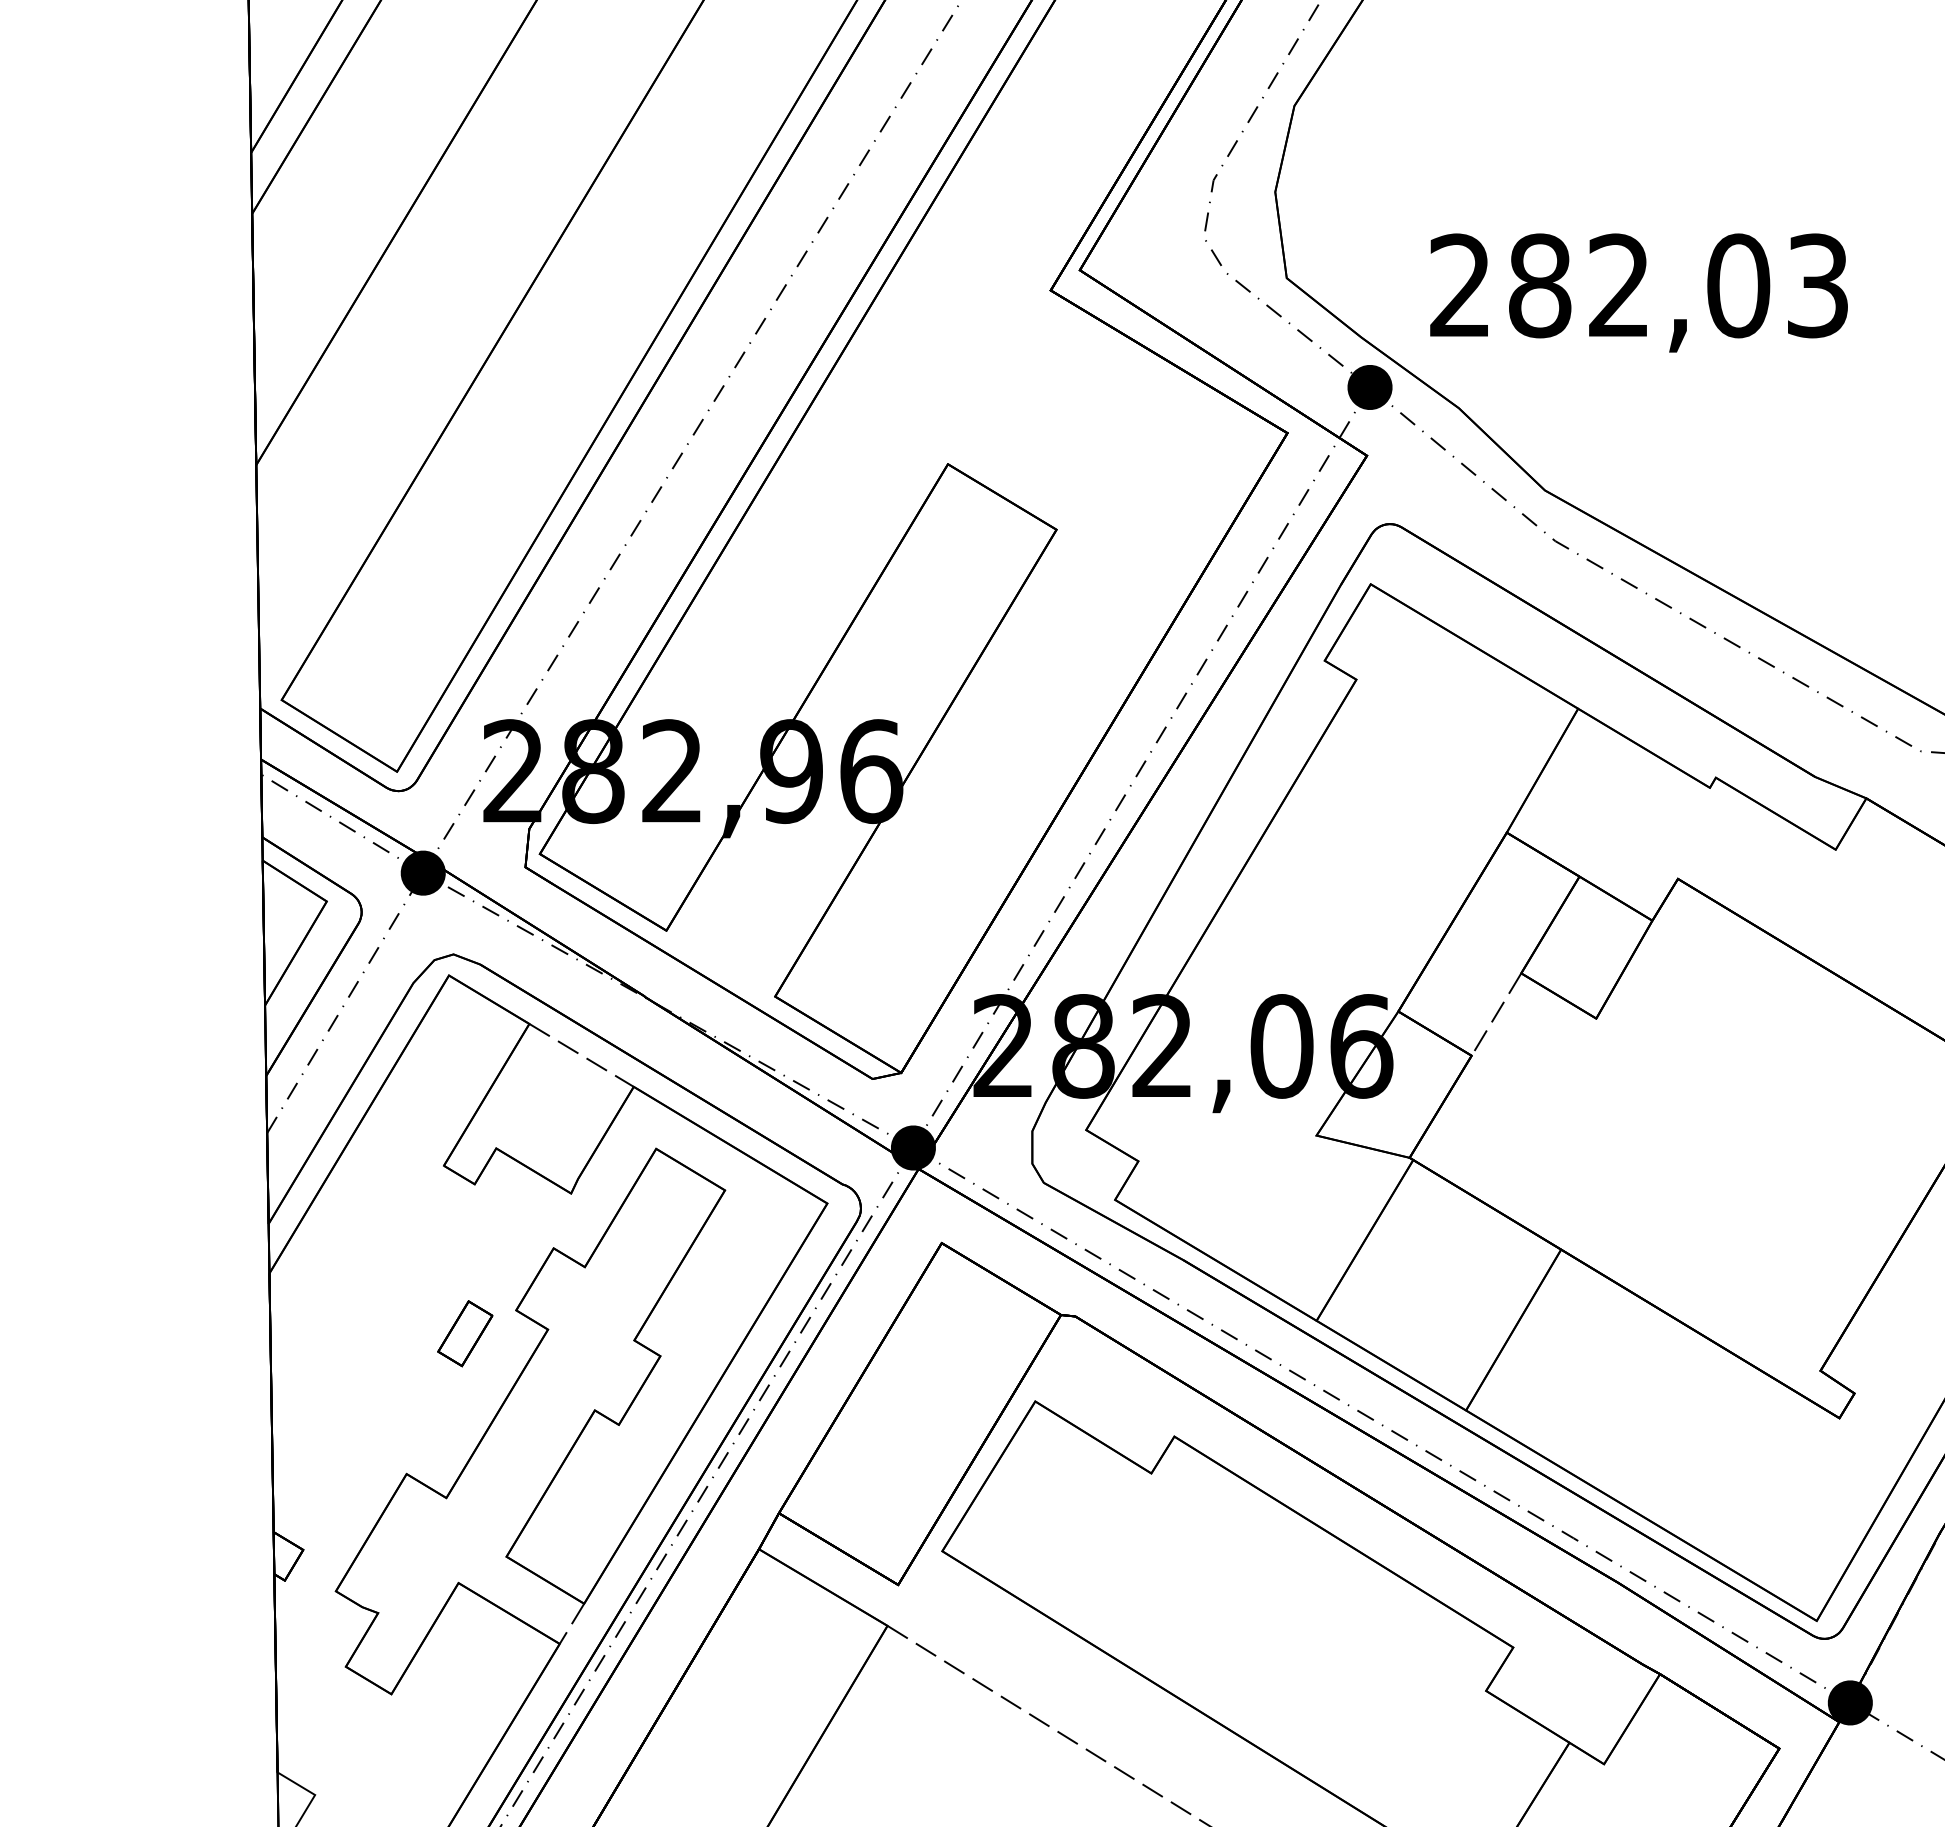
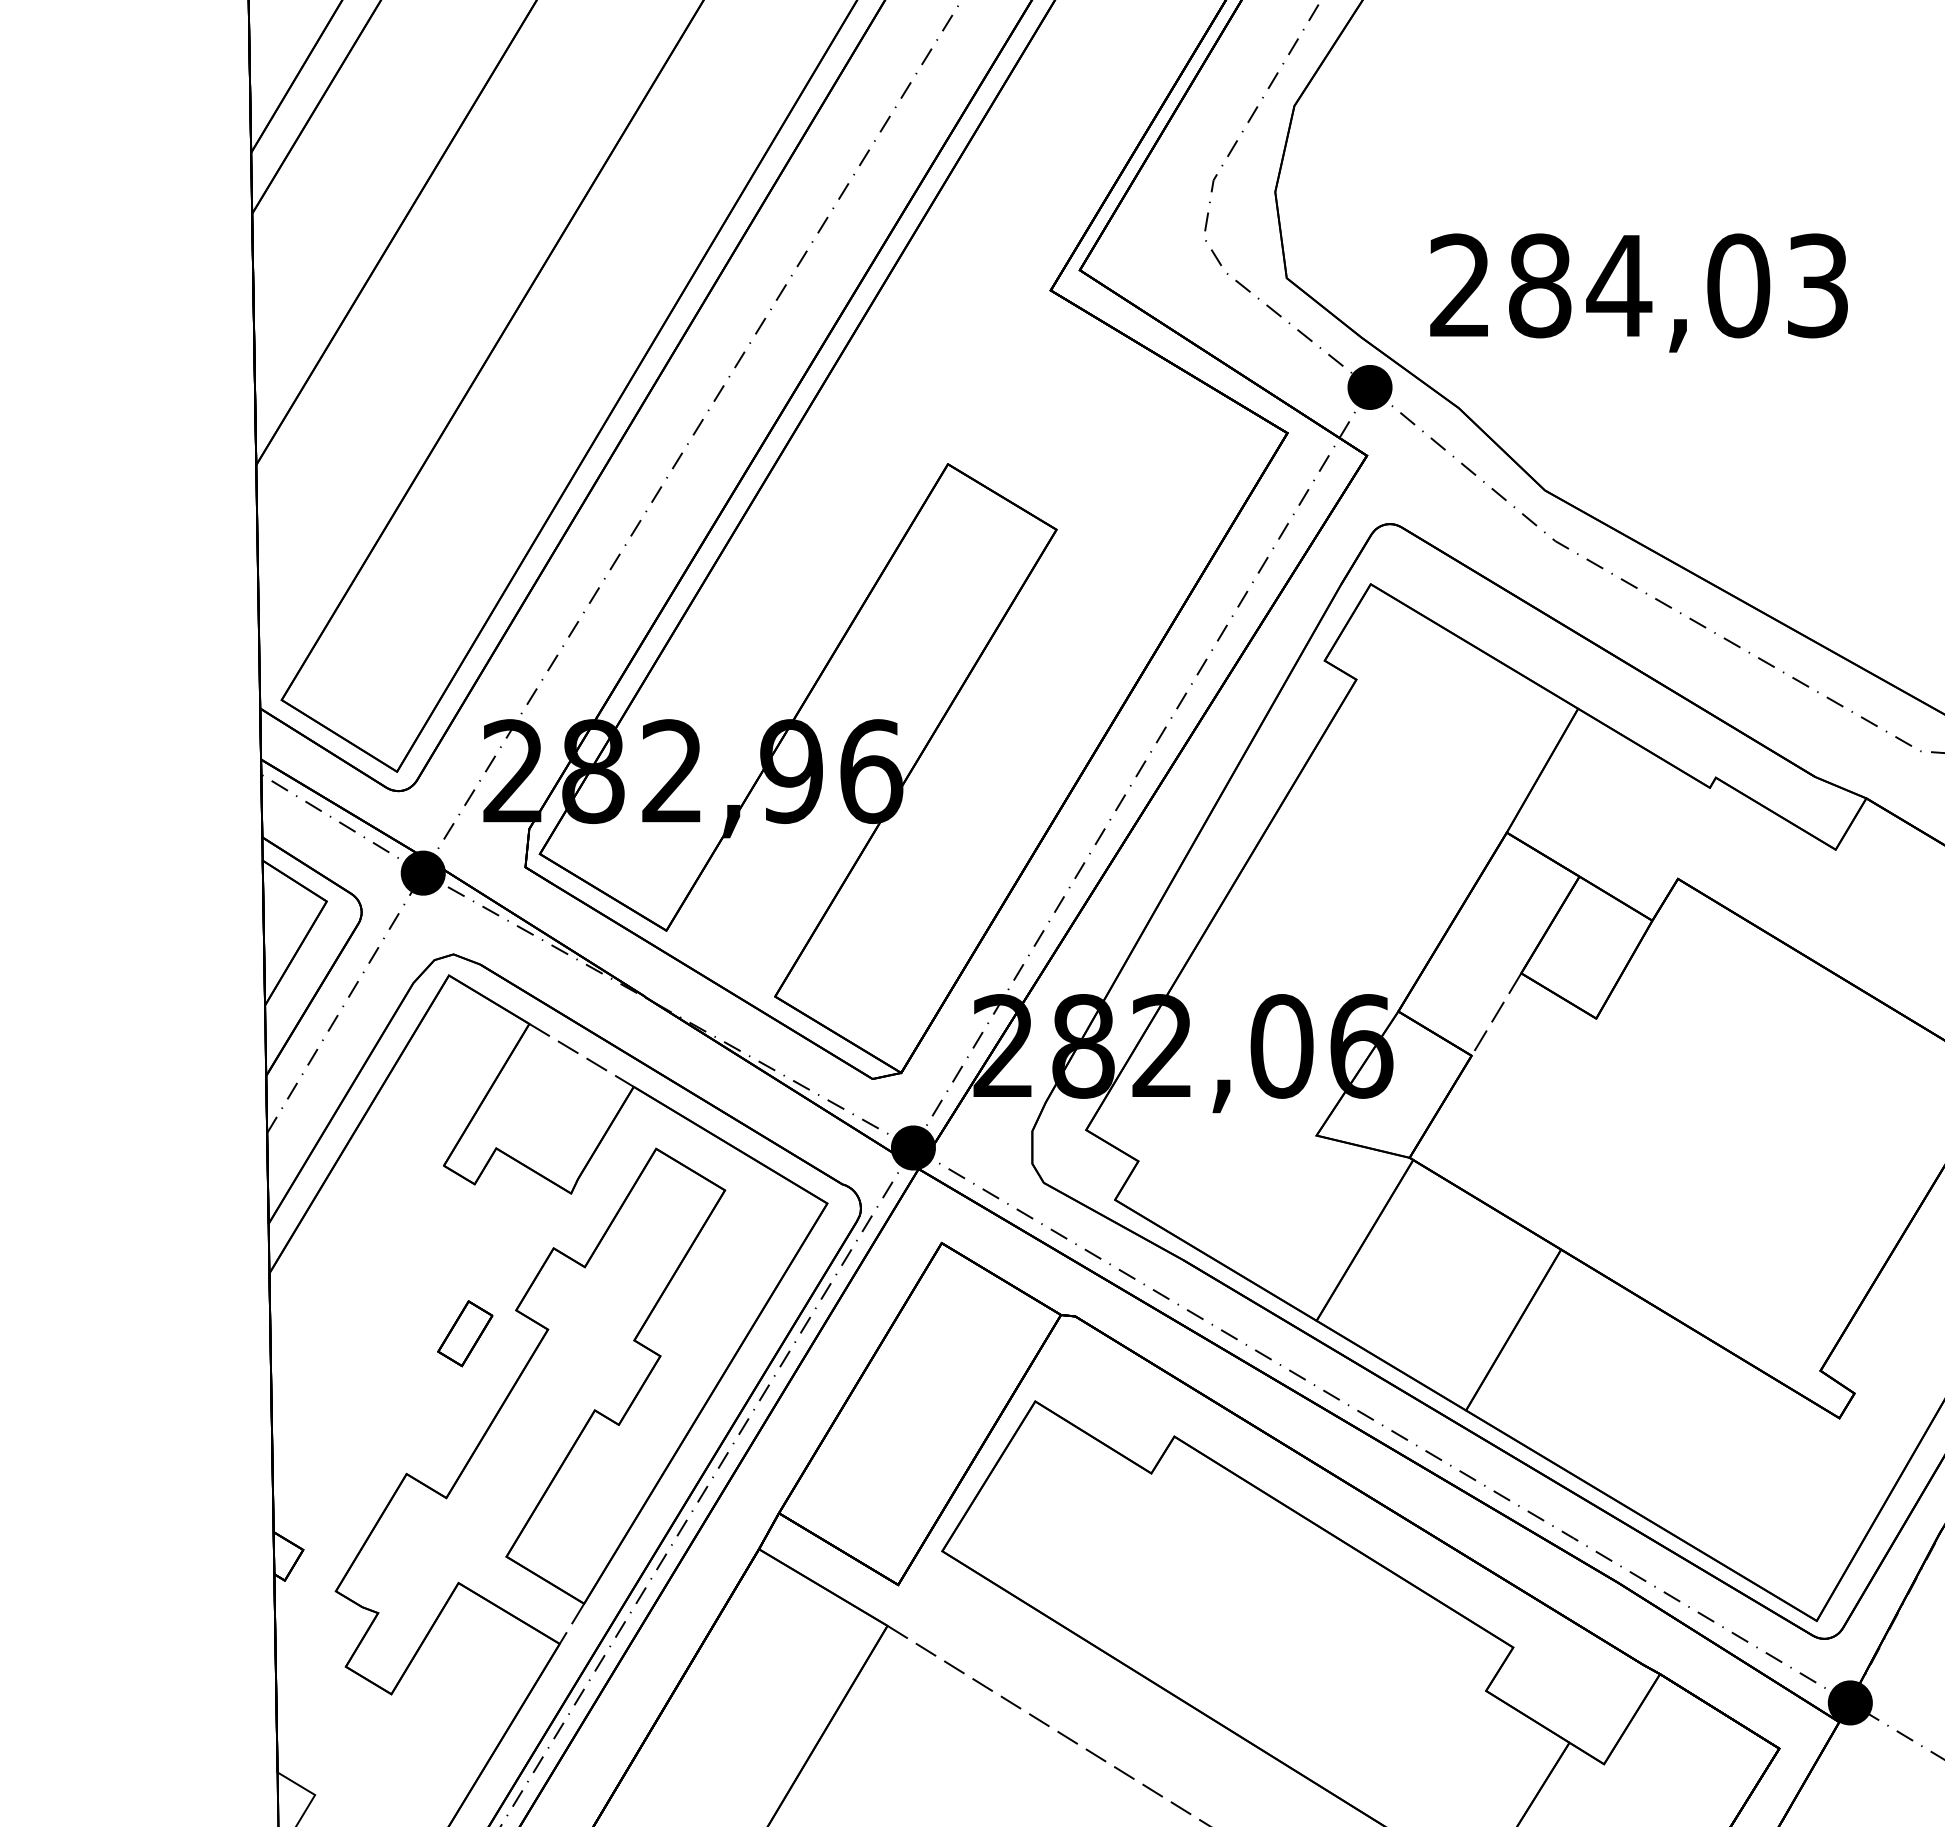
text at (1619, 284): 282,03 -> 284,03
